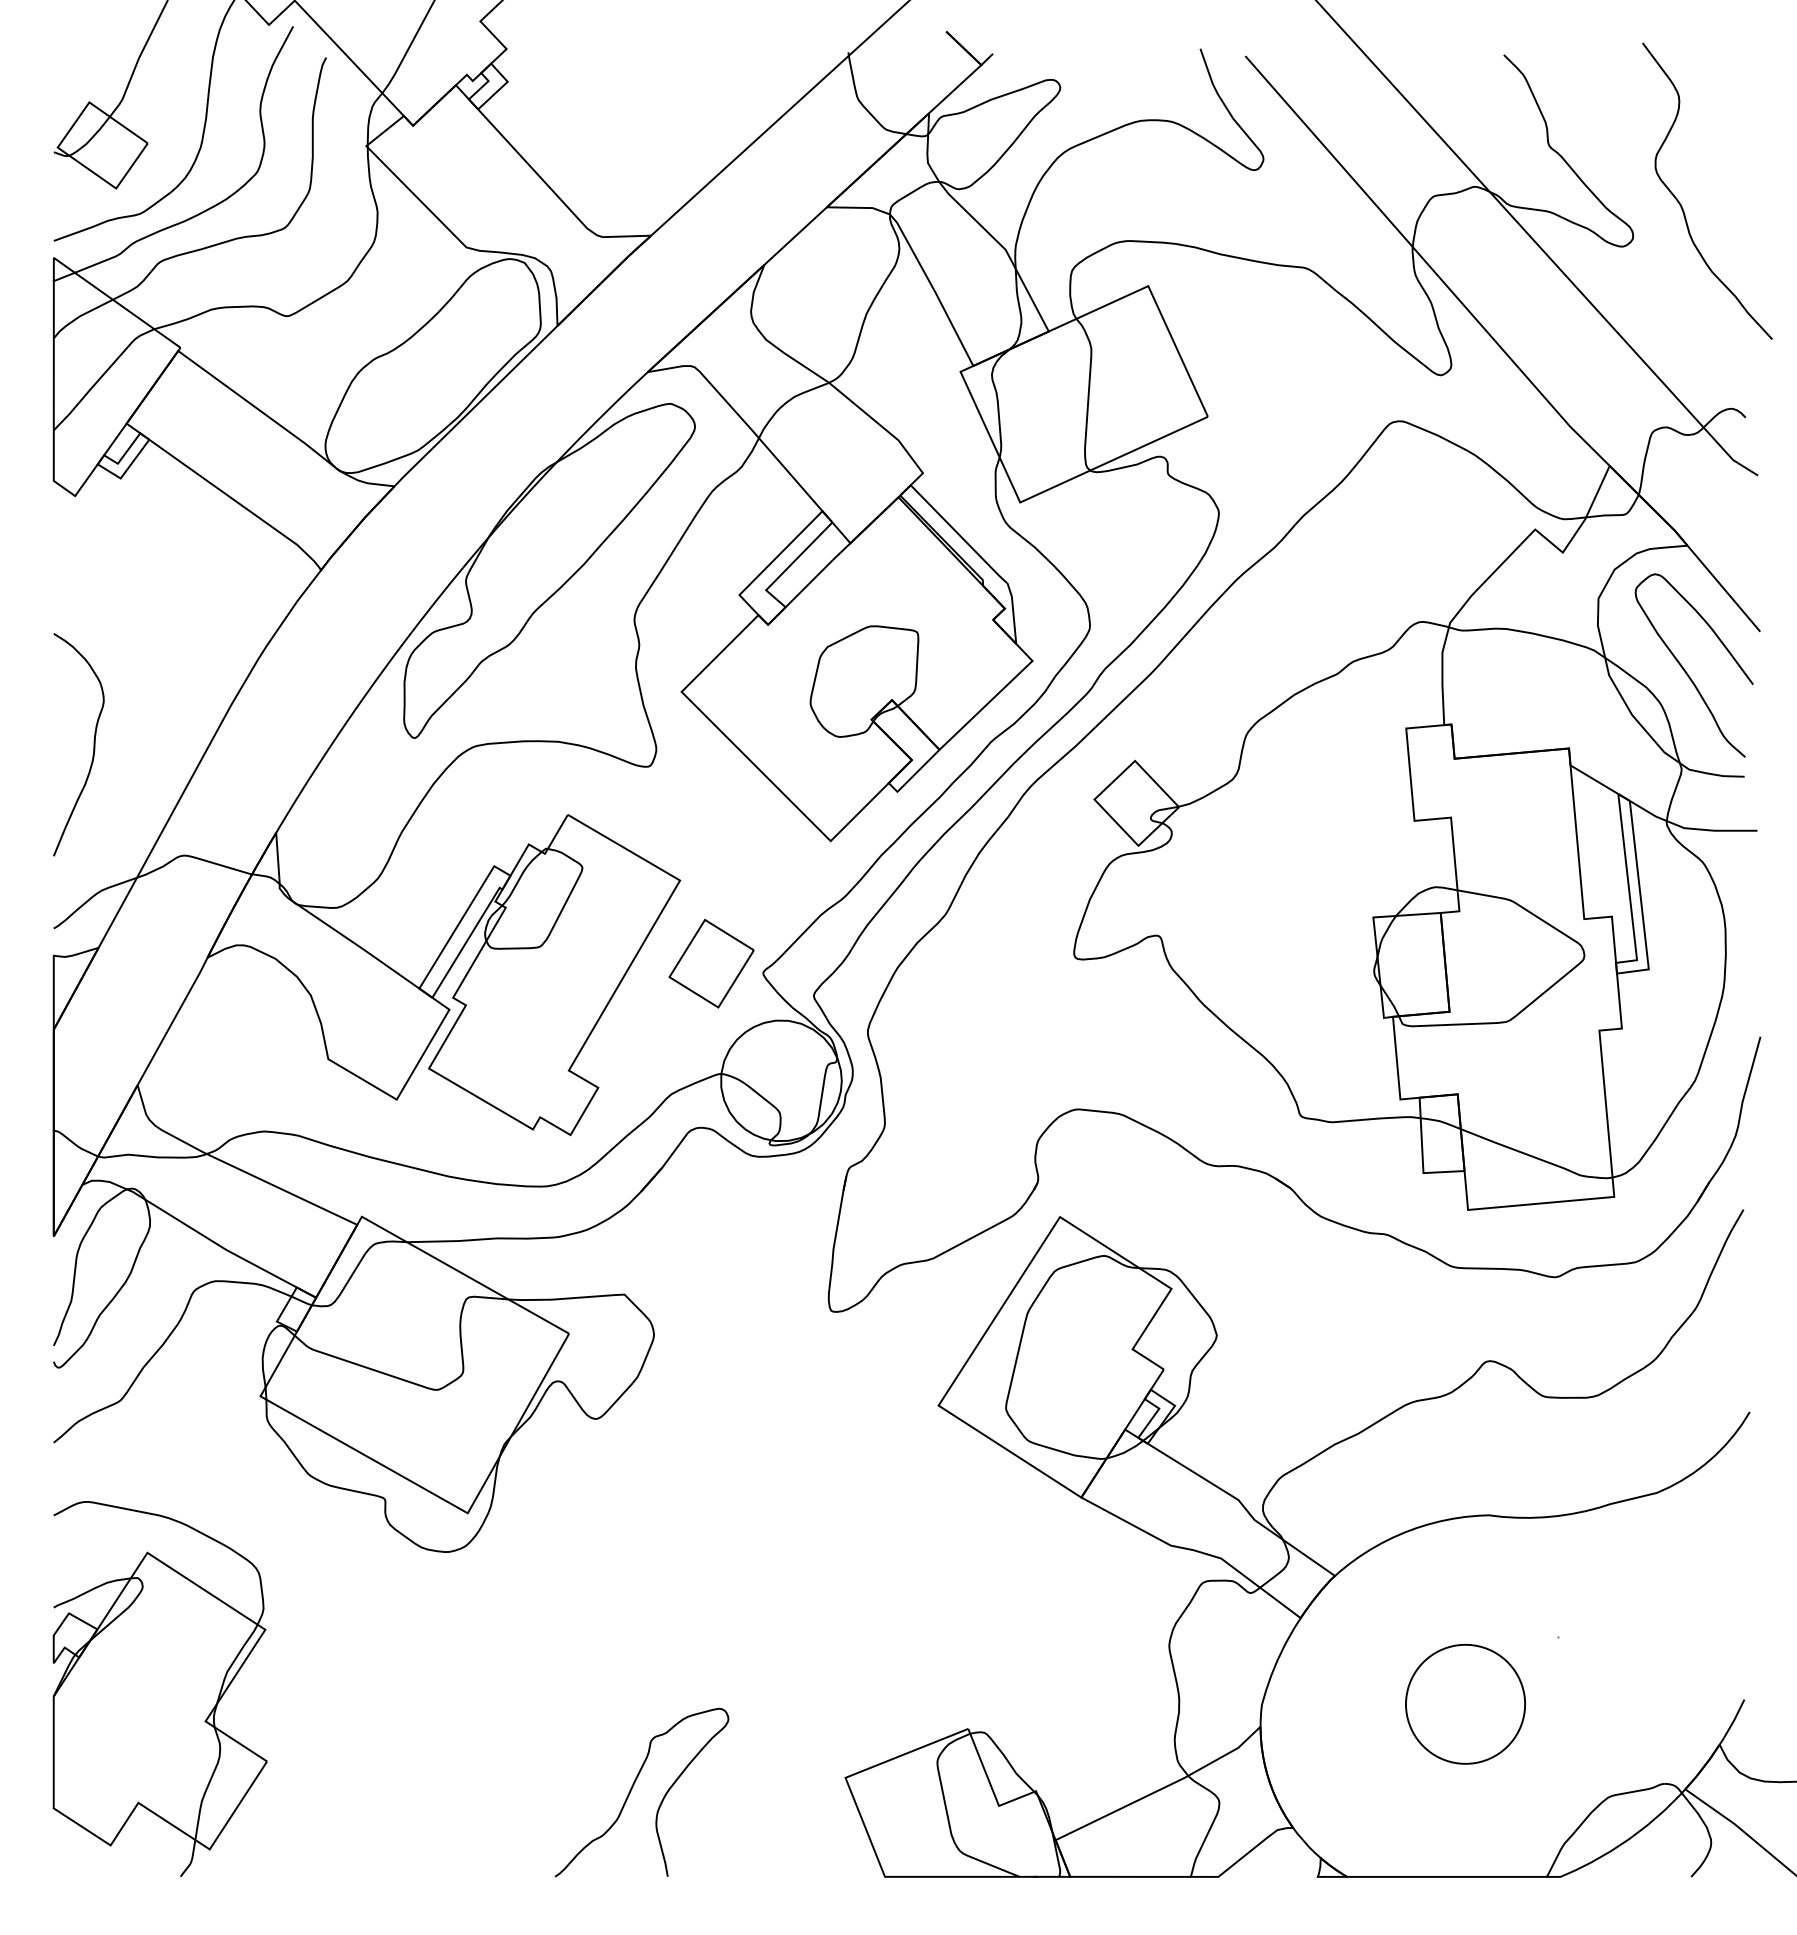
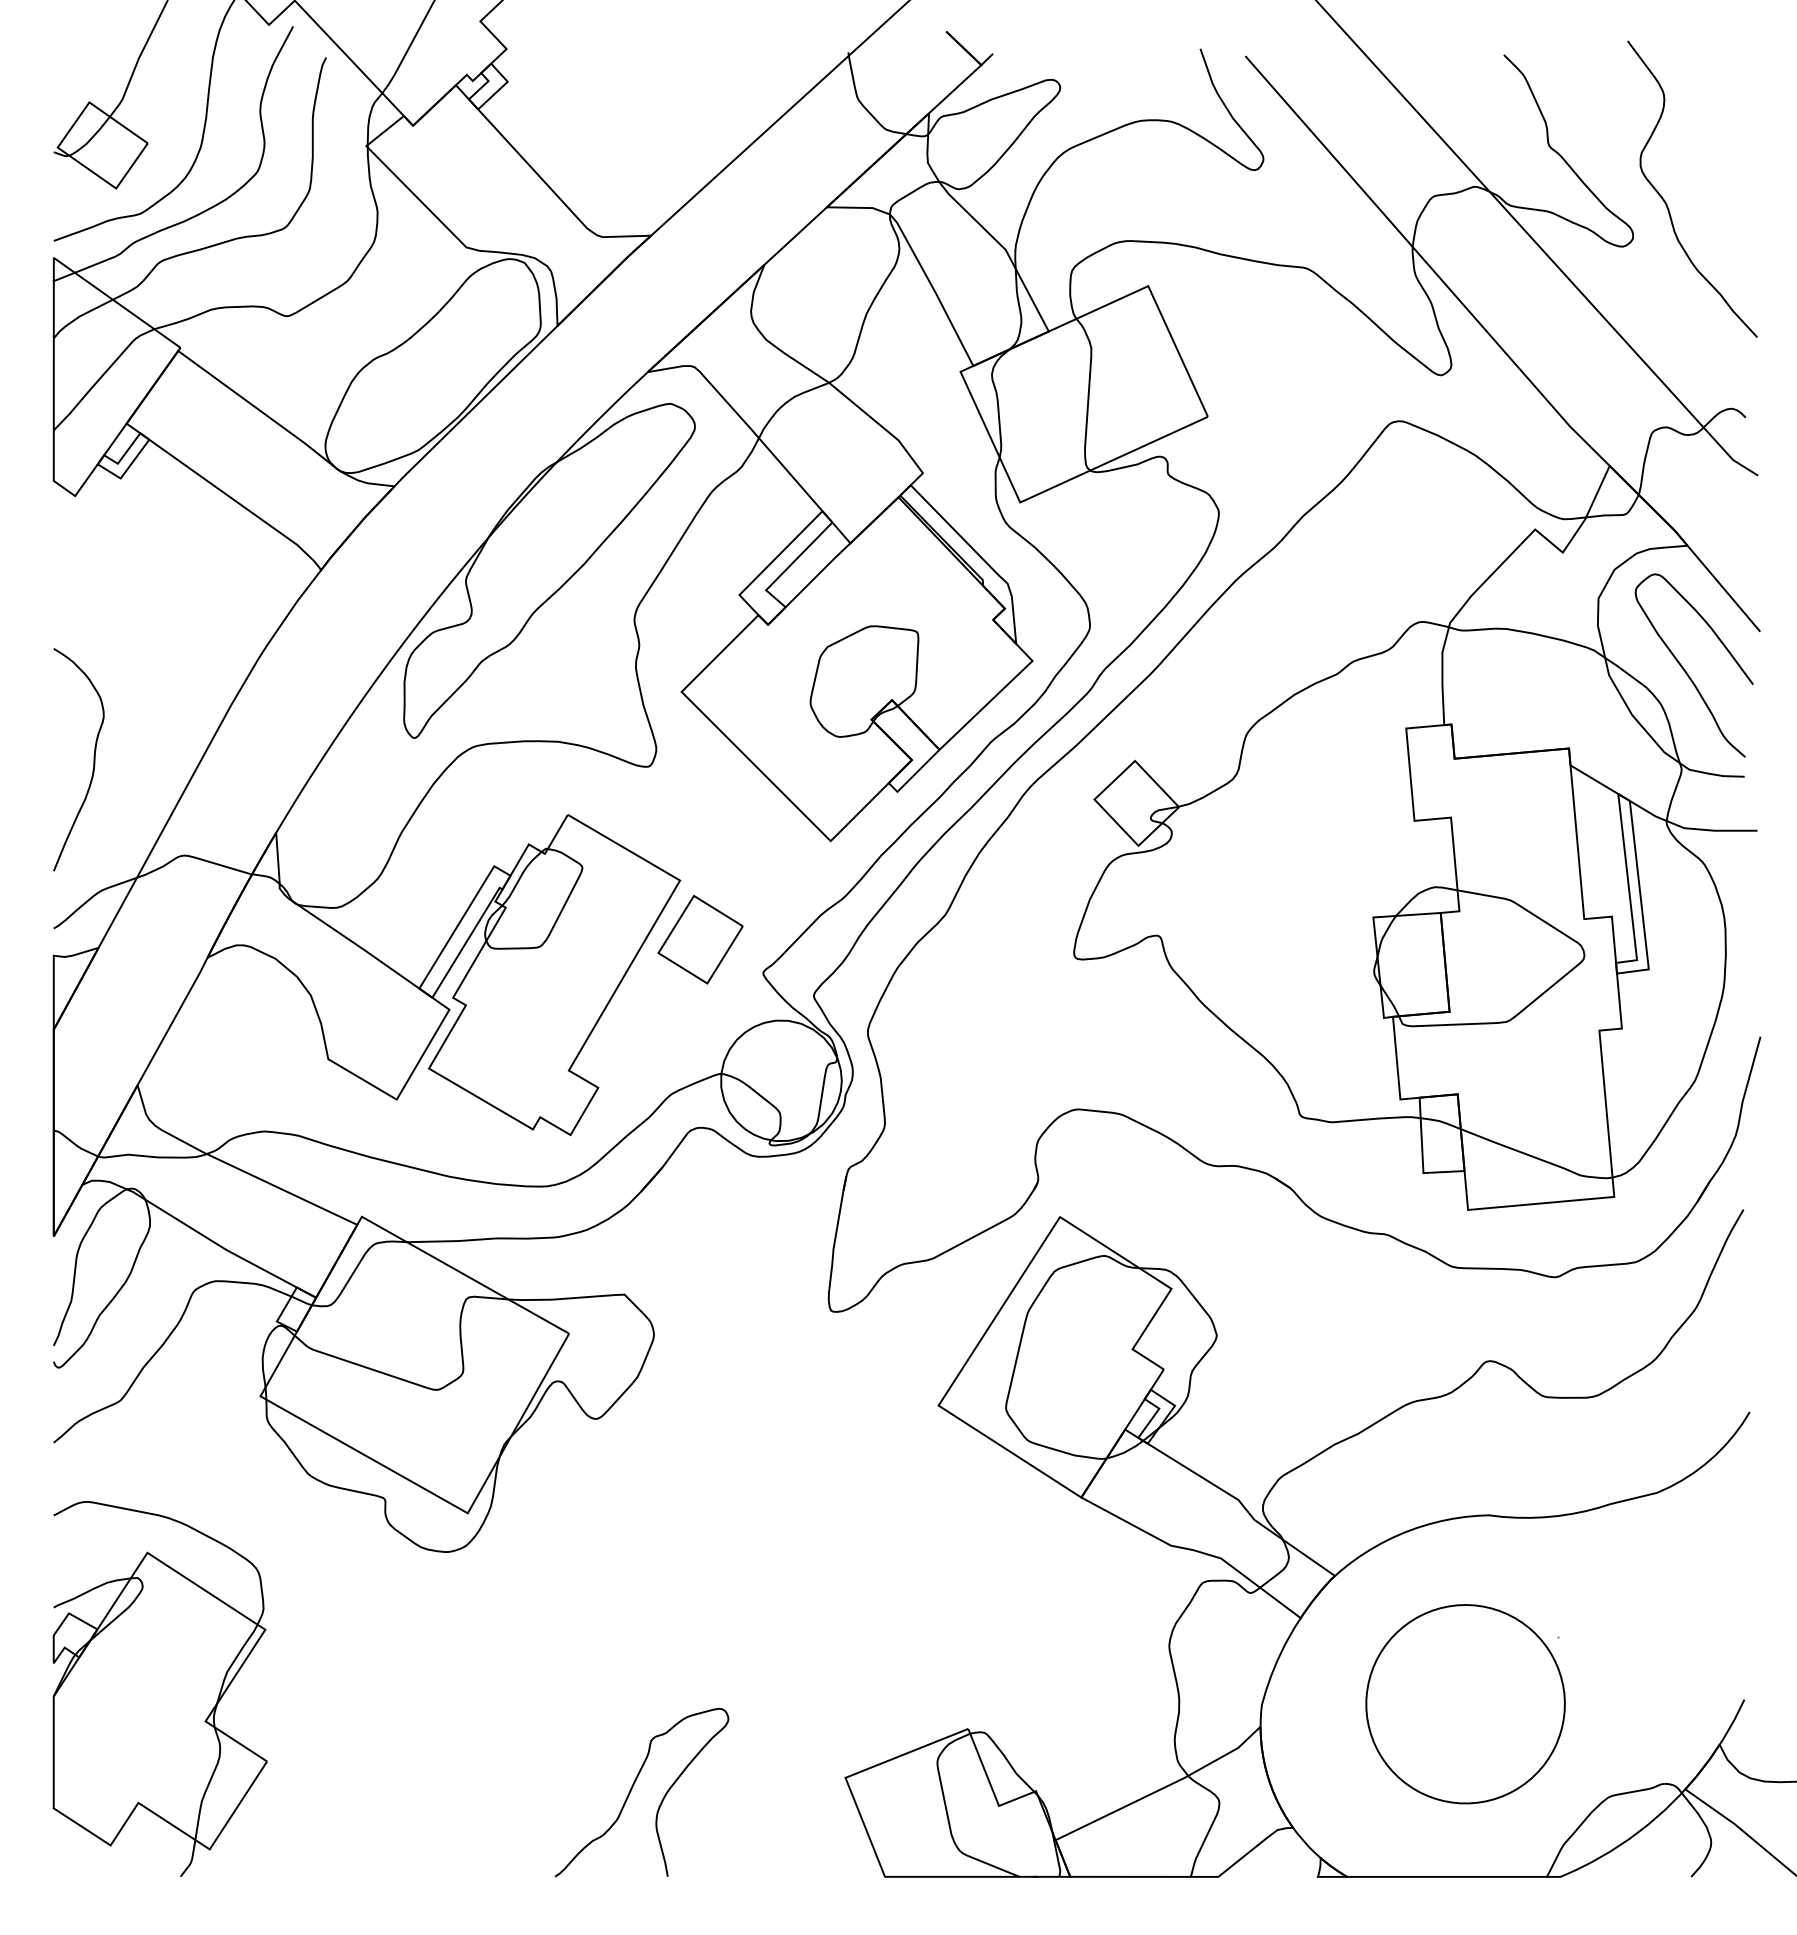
curve at (1681, 204) position: (1681, 204) -> (1666, 202)
curve at (93, 744) position: (93, 744) -> (93, 759)
part at (711, 963) position: (711, 963) -> (700, 939)
part at (1465, 1703) size: 121x122 px -> 201x201 px
